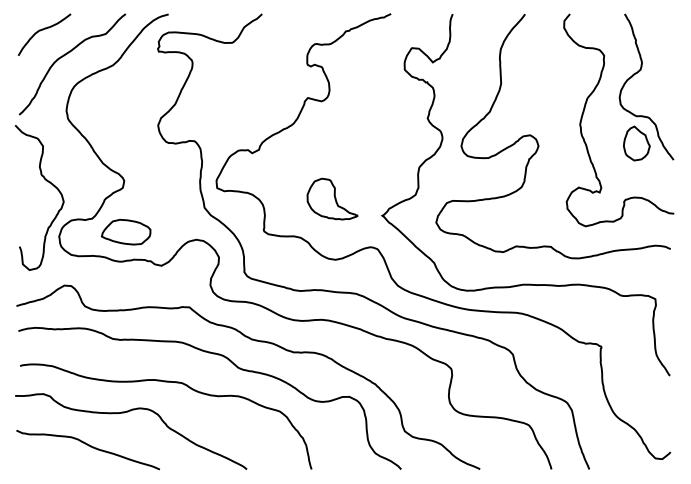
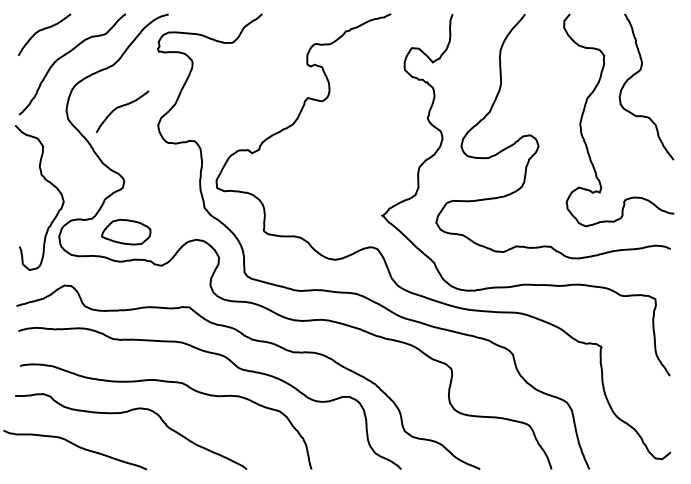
curve at (121, 107): none -> present
part at (636, 143): present -> none
part at (332, 198): present -> none
curve at (88, 446) position: (88, 446) -> (75, 446)
